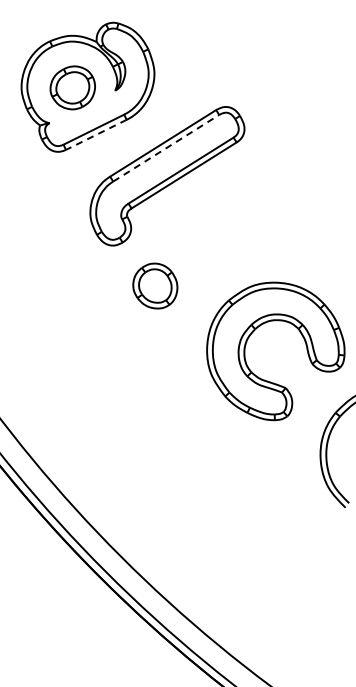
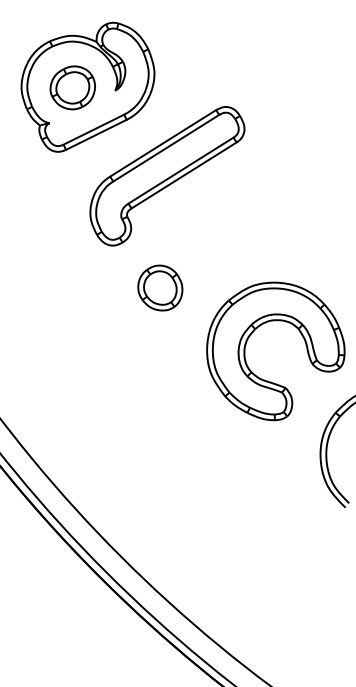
line at (96, 134): dashed -> solid
line at (166, 148): dashed -> solid
part at (155, 285) position: (155, 285) -> (160, 287)
